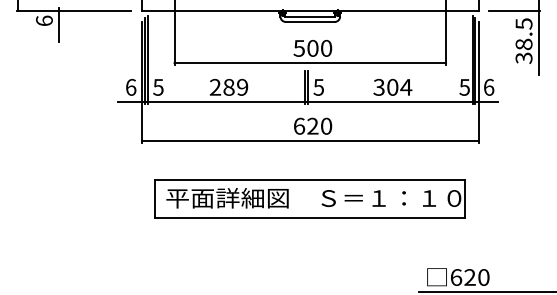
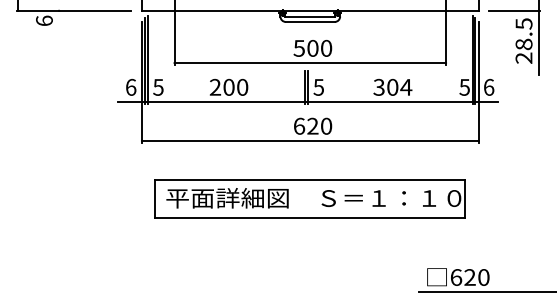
line at (59, 24): present -> none
text at (524, 58): 38.5 -> 28.5
text at (235, 87): 289 -> 200
